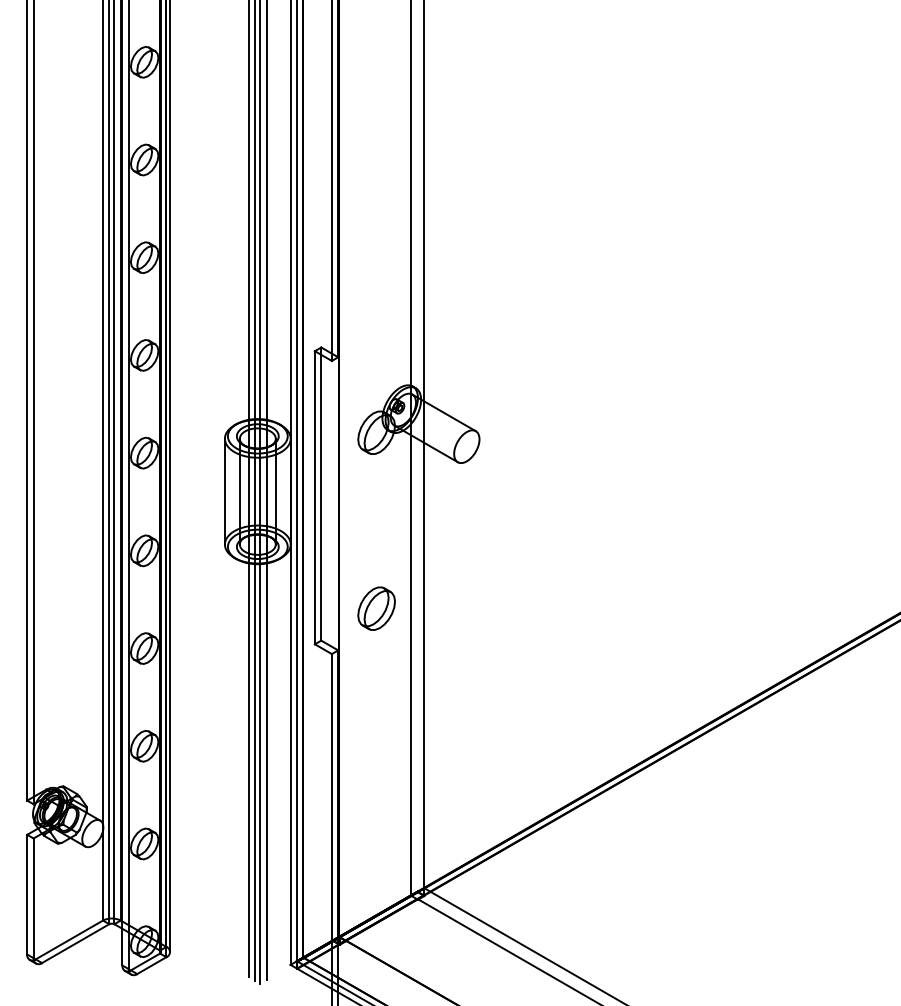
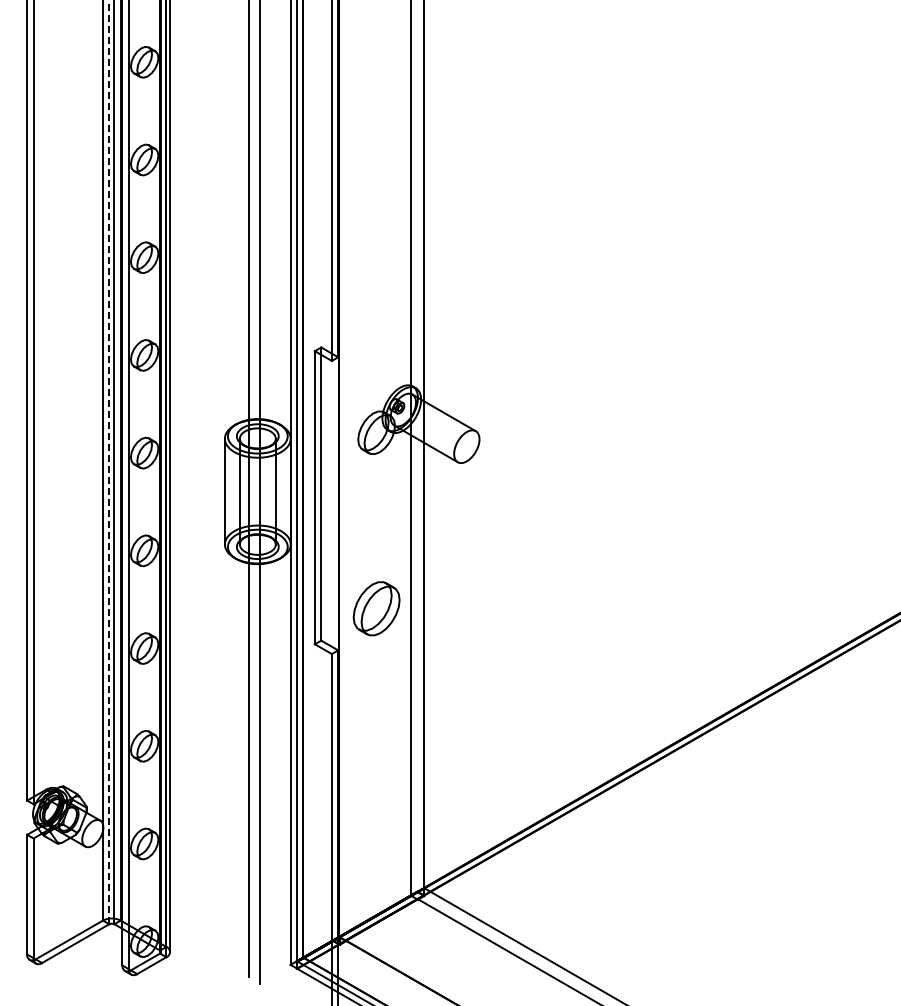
line at (109, 462): solid -> dashed
line at (255, 491): present -> none
line at (266, 491): present -> none
part at (376, 608) size: 39x45 px -> 49x56 px
